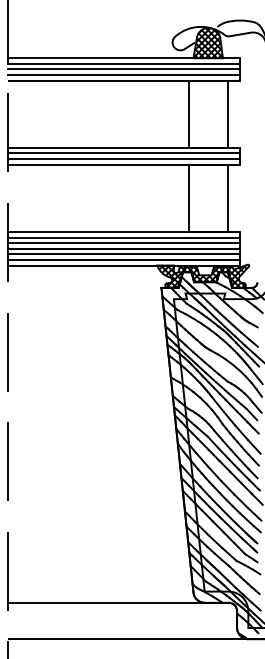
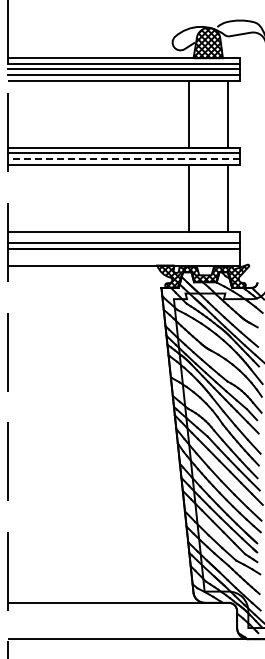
line at (123, 159): solid -> dashed
line at (124, 237): present -> none
line at (124, 254): present -> none
line at (124, 259): present -> none
